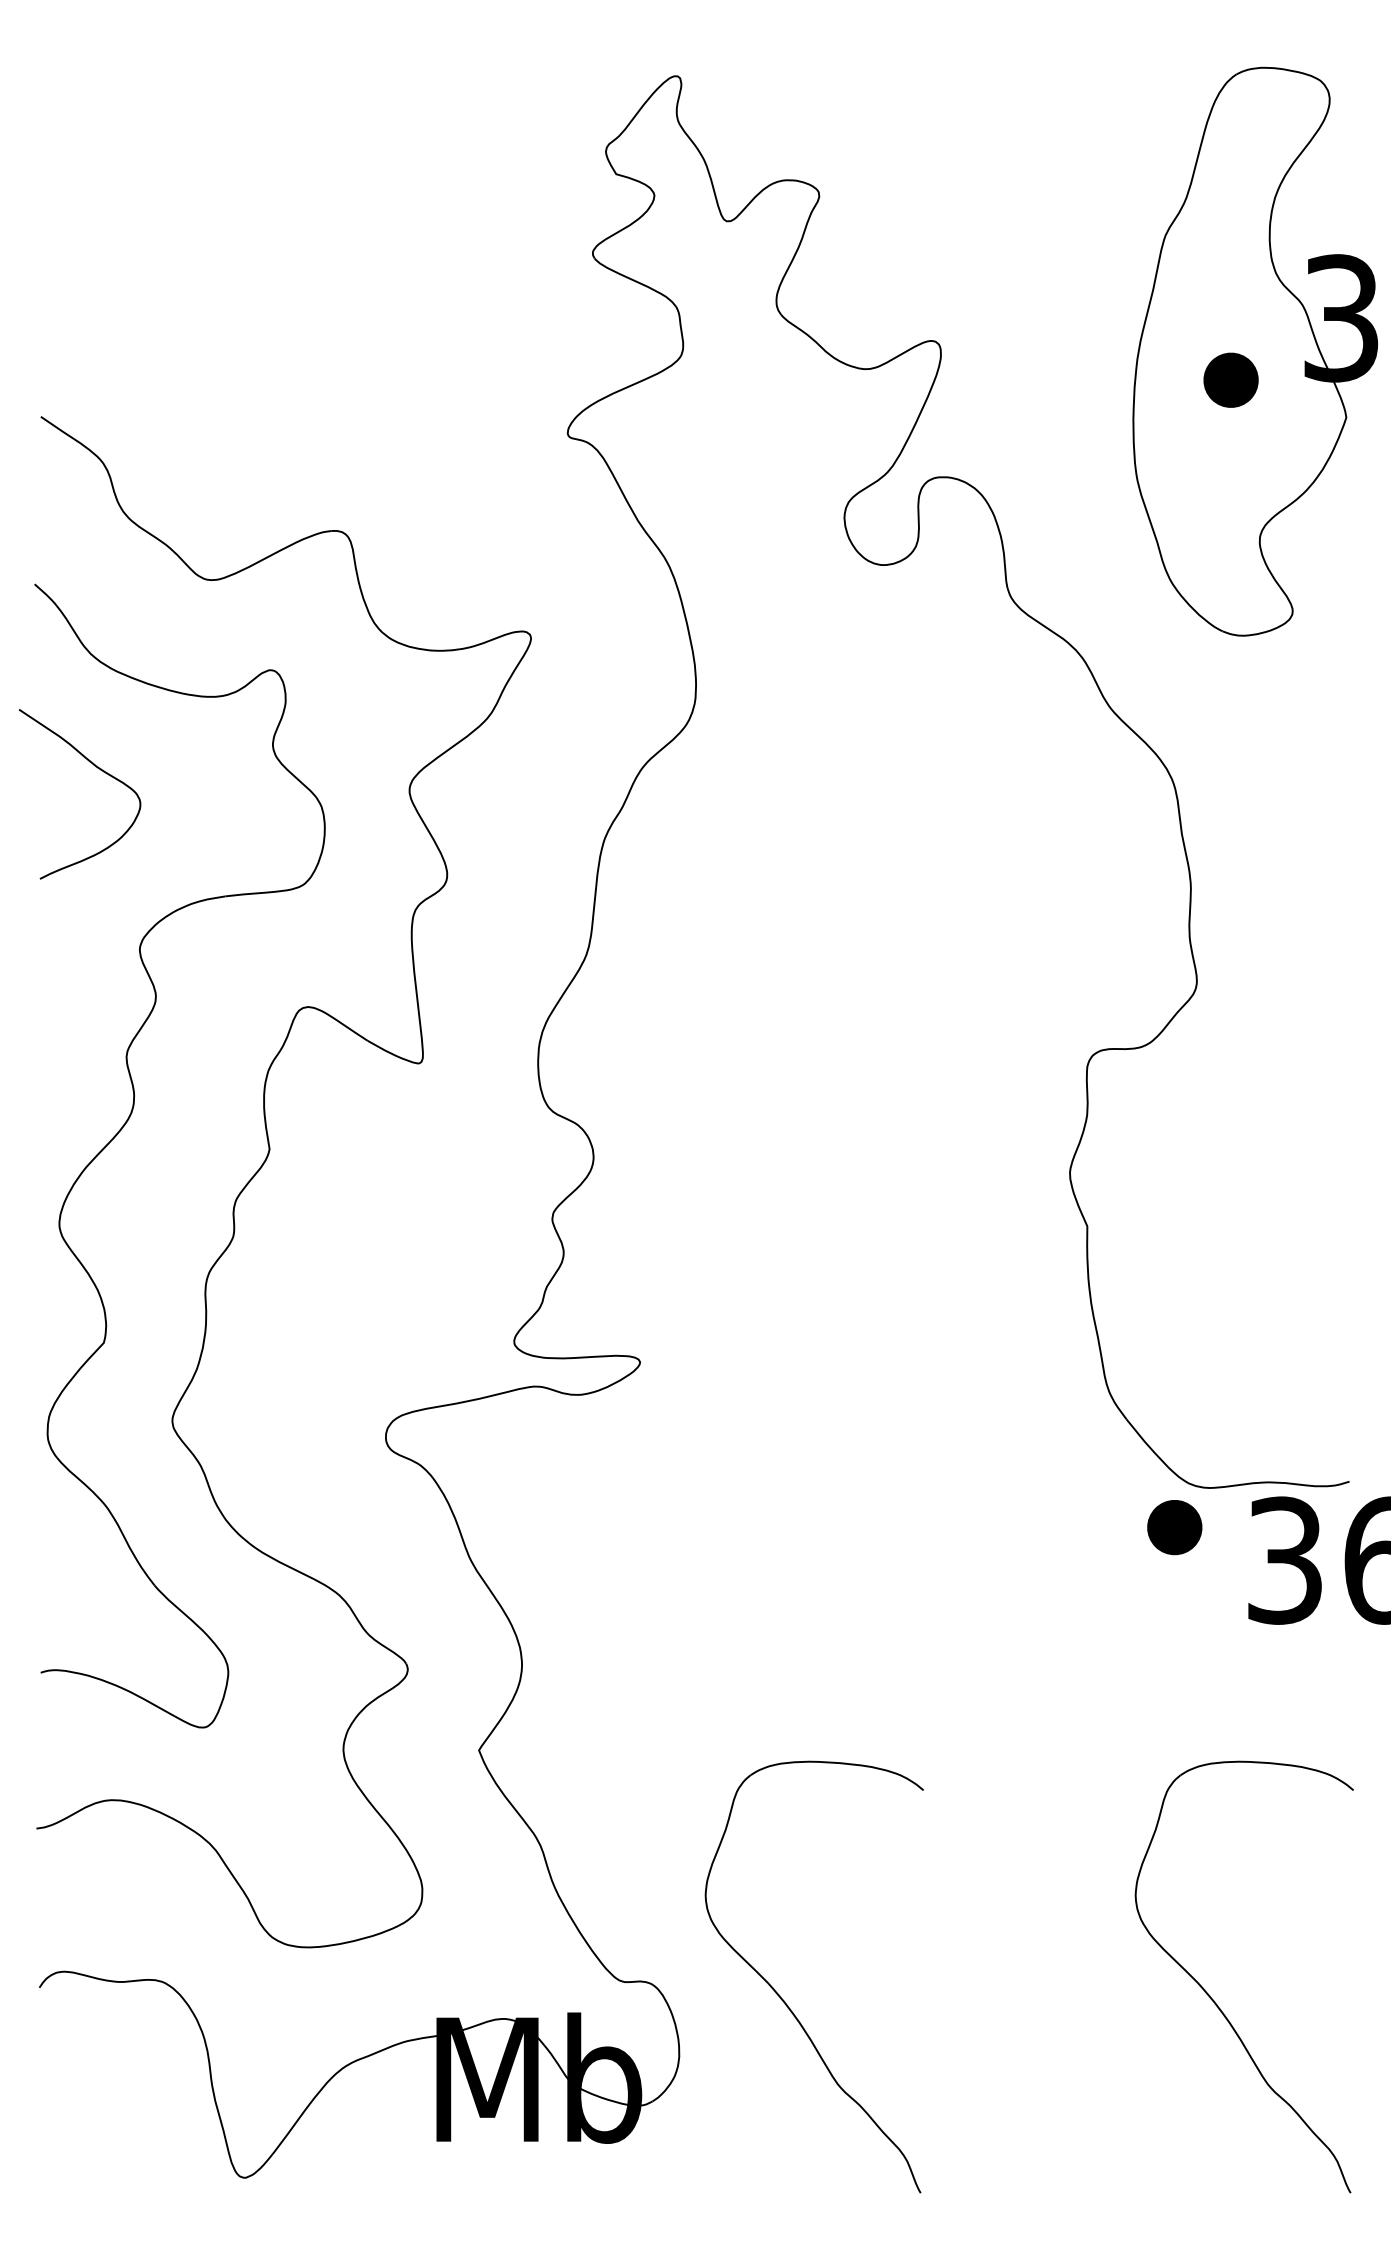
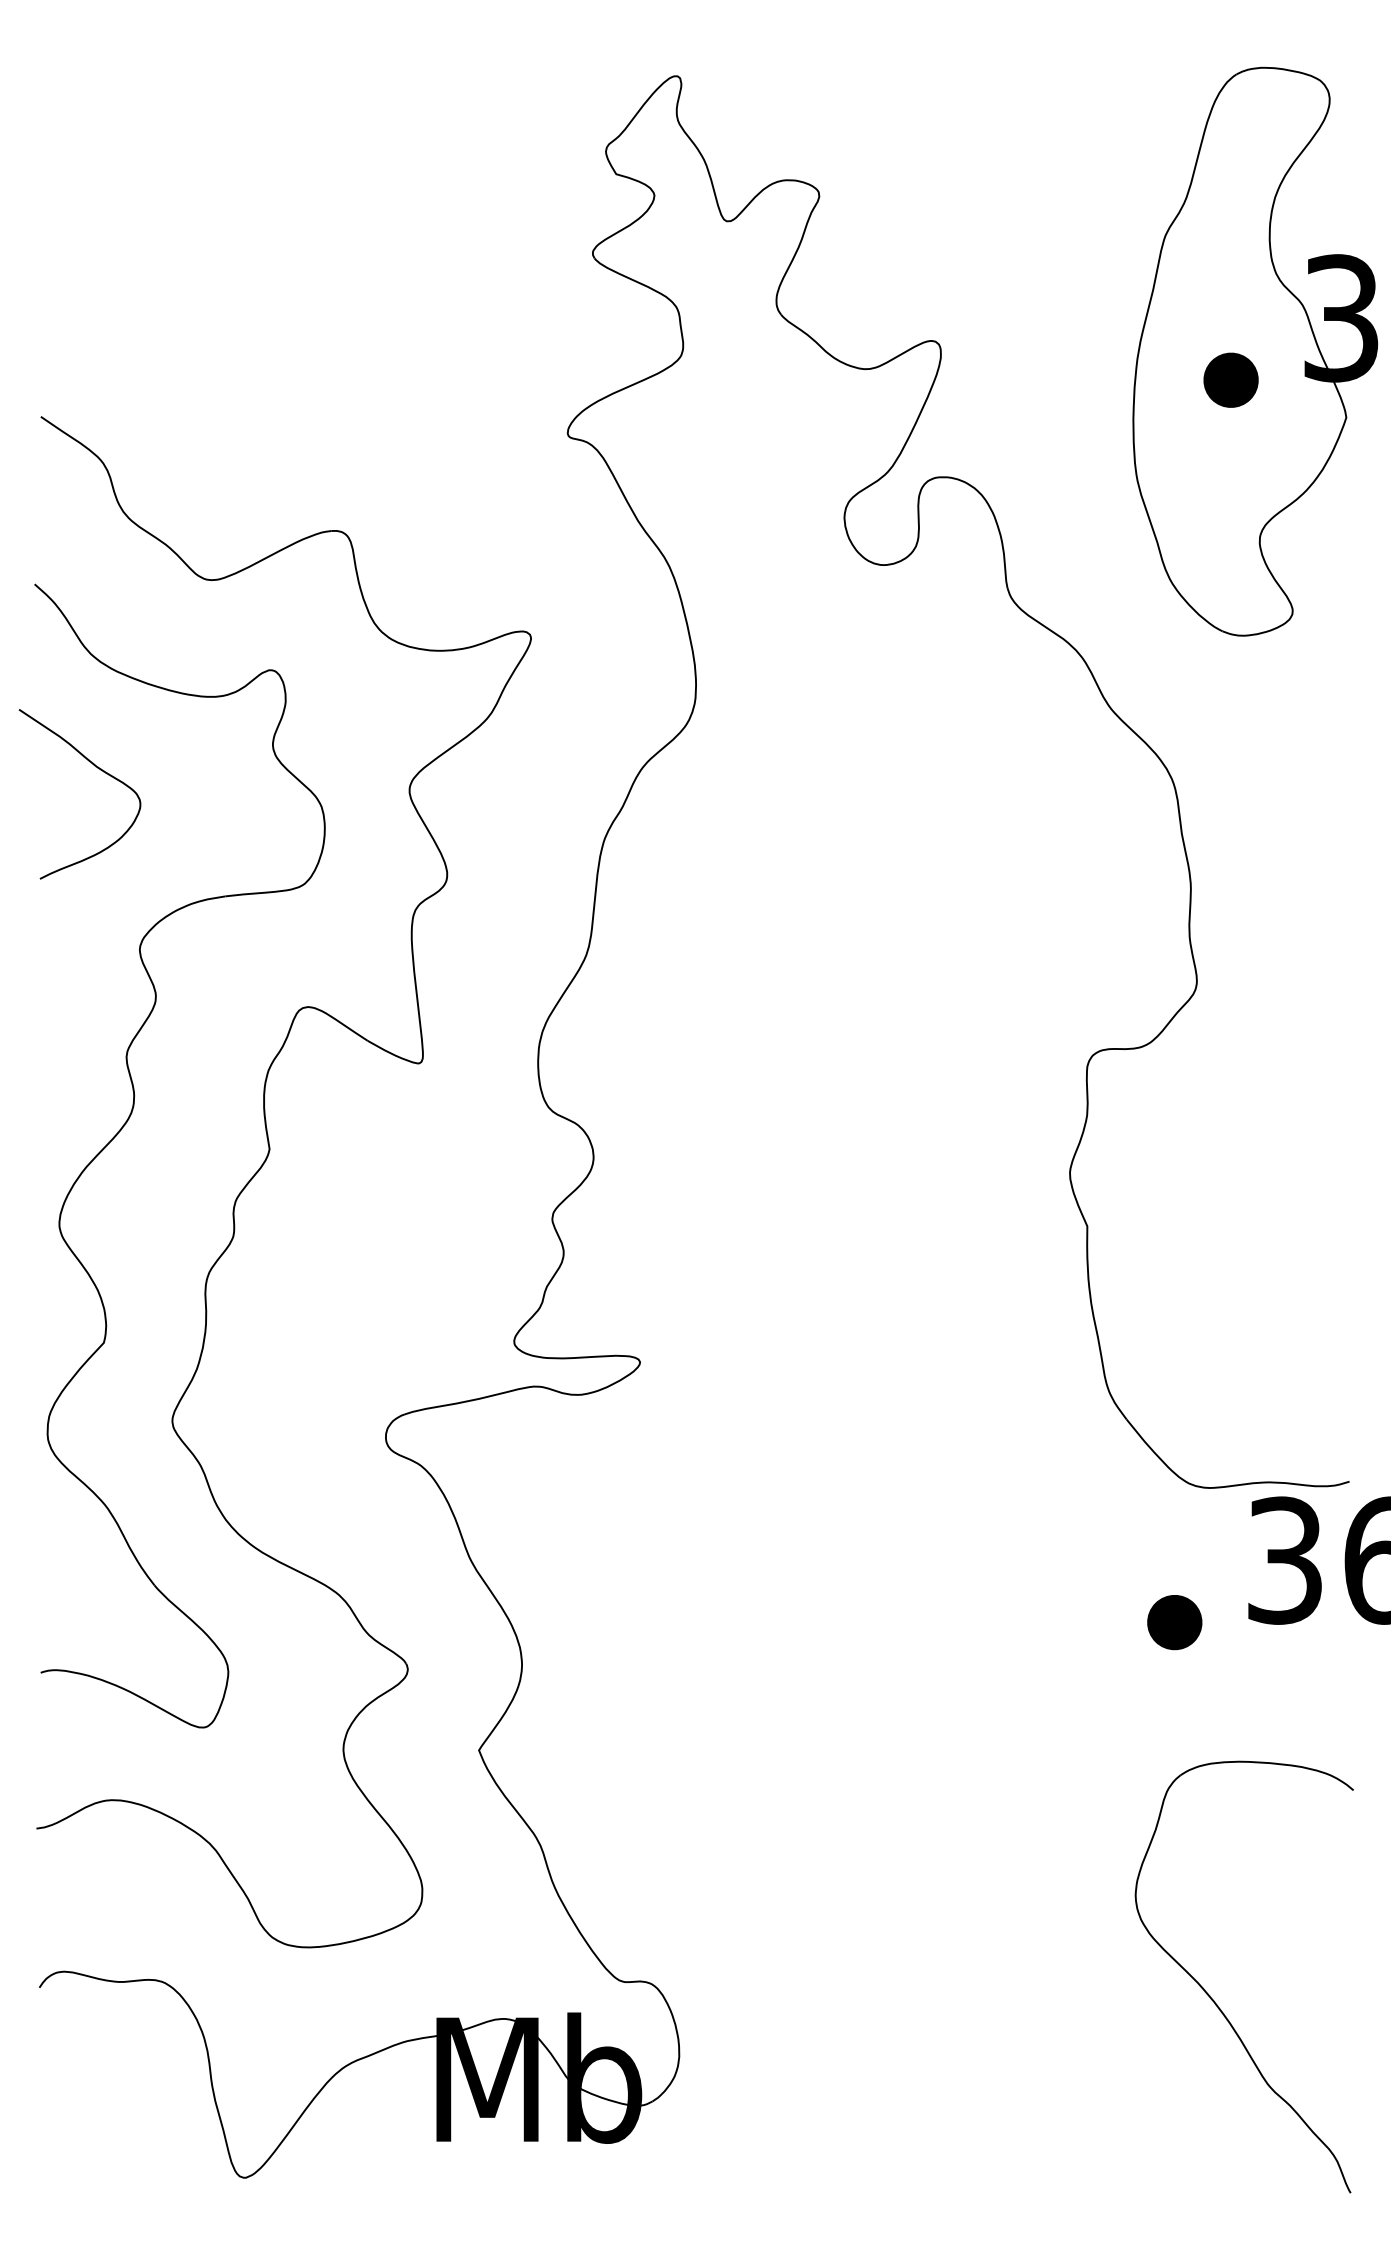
part at (1174, 1527) position: (1174, 1527) -> (1174, 1622)
part at (785, 2001): present -> none
